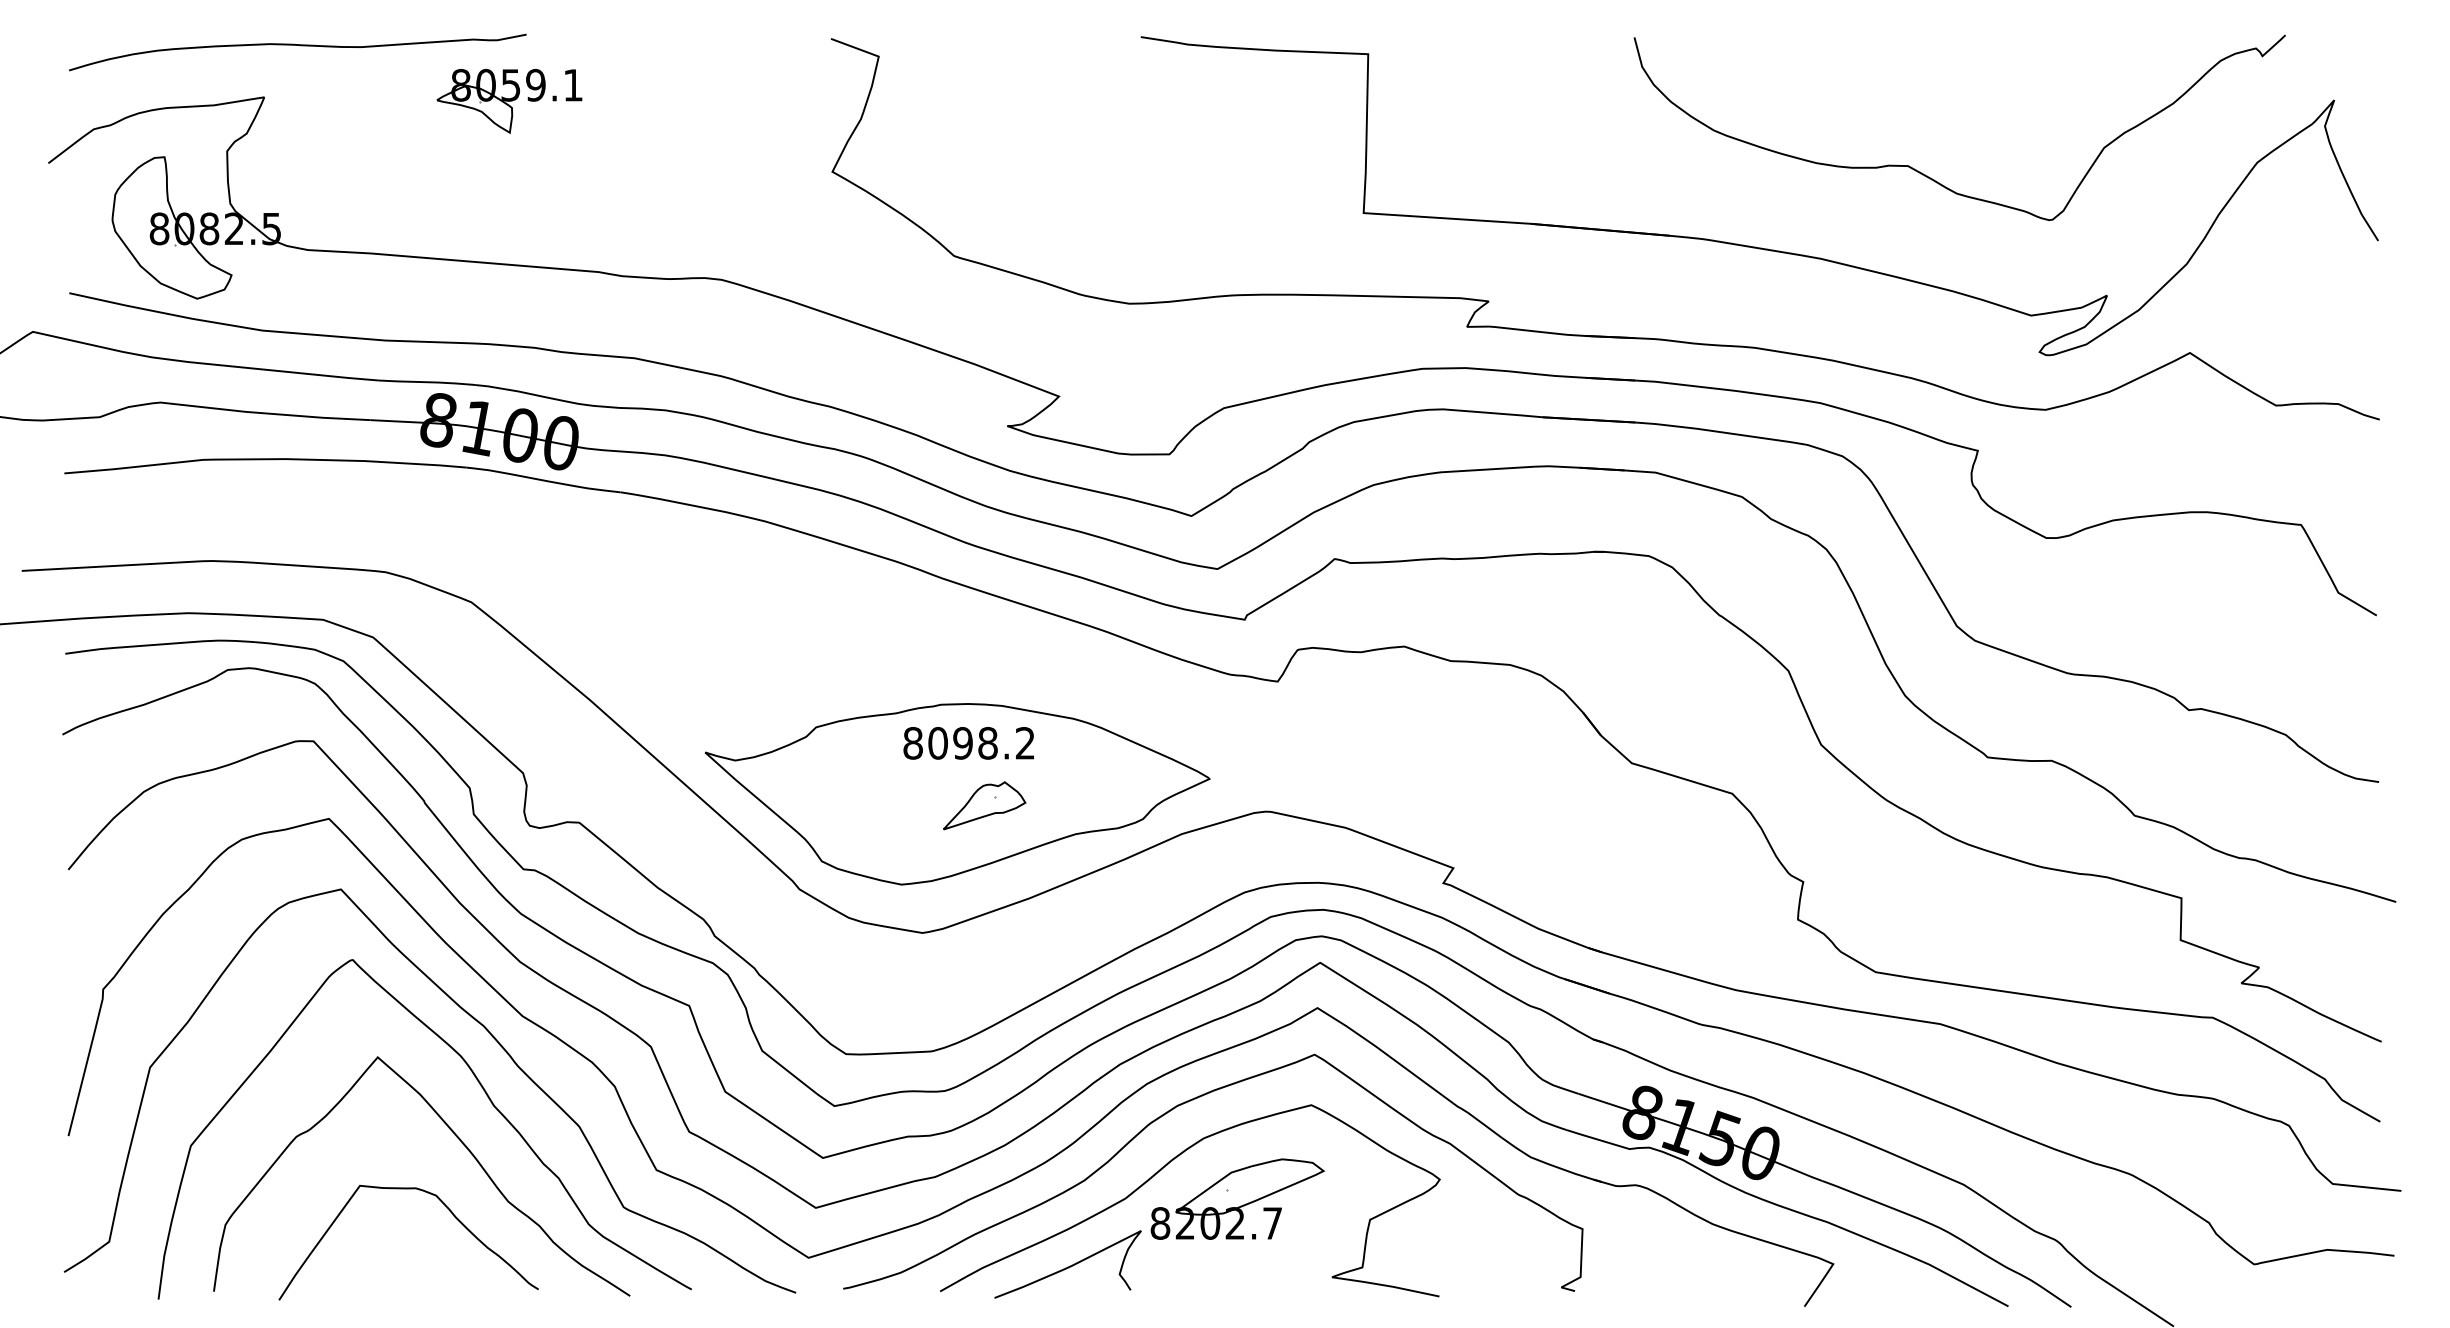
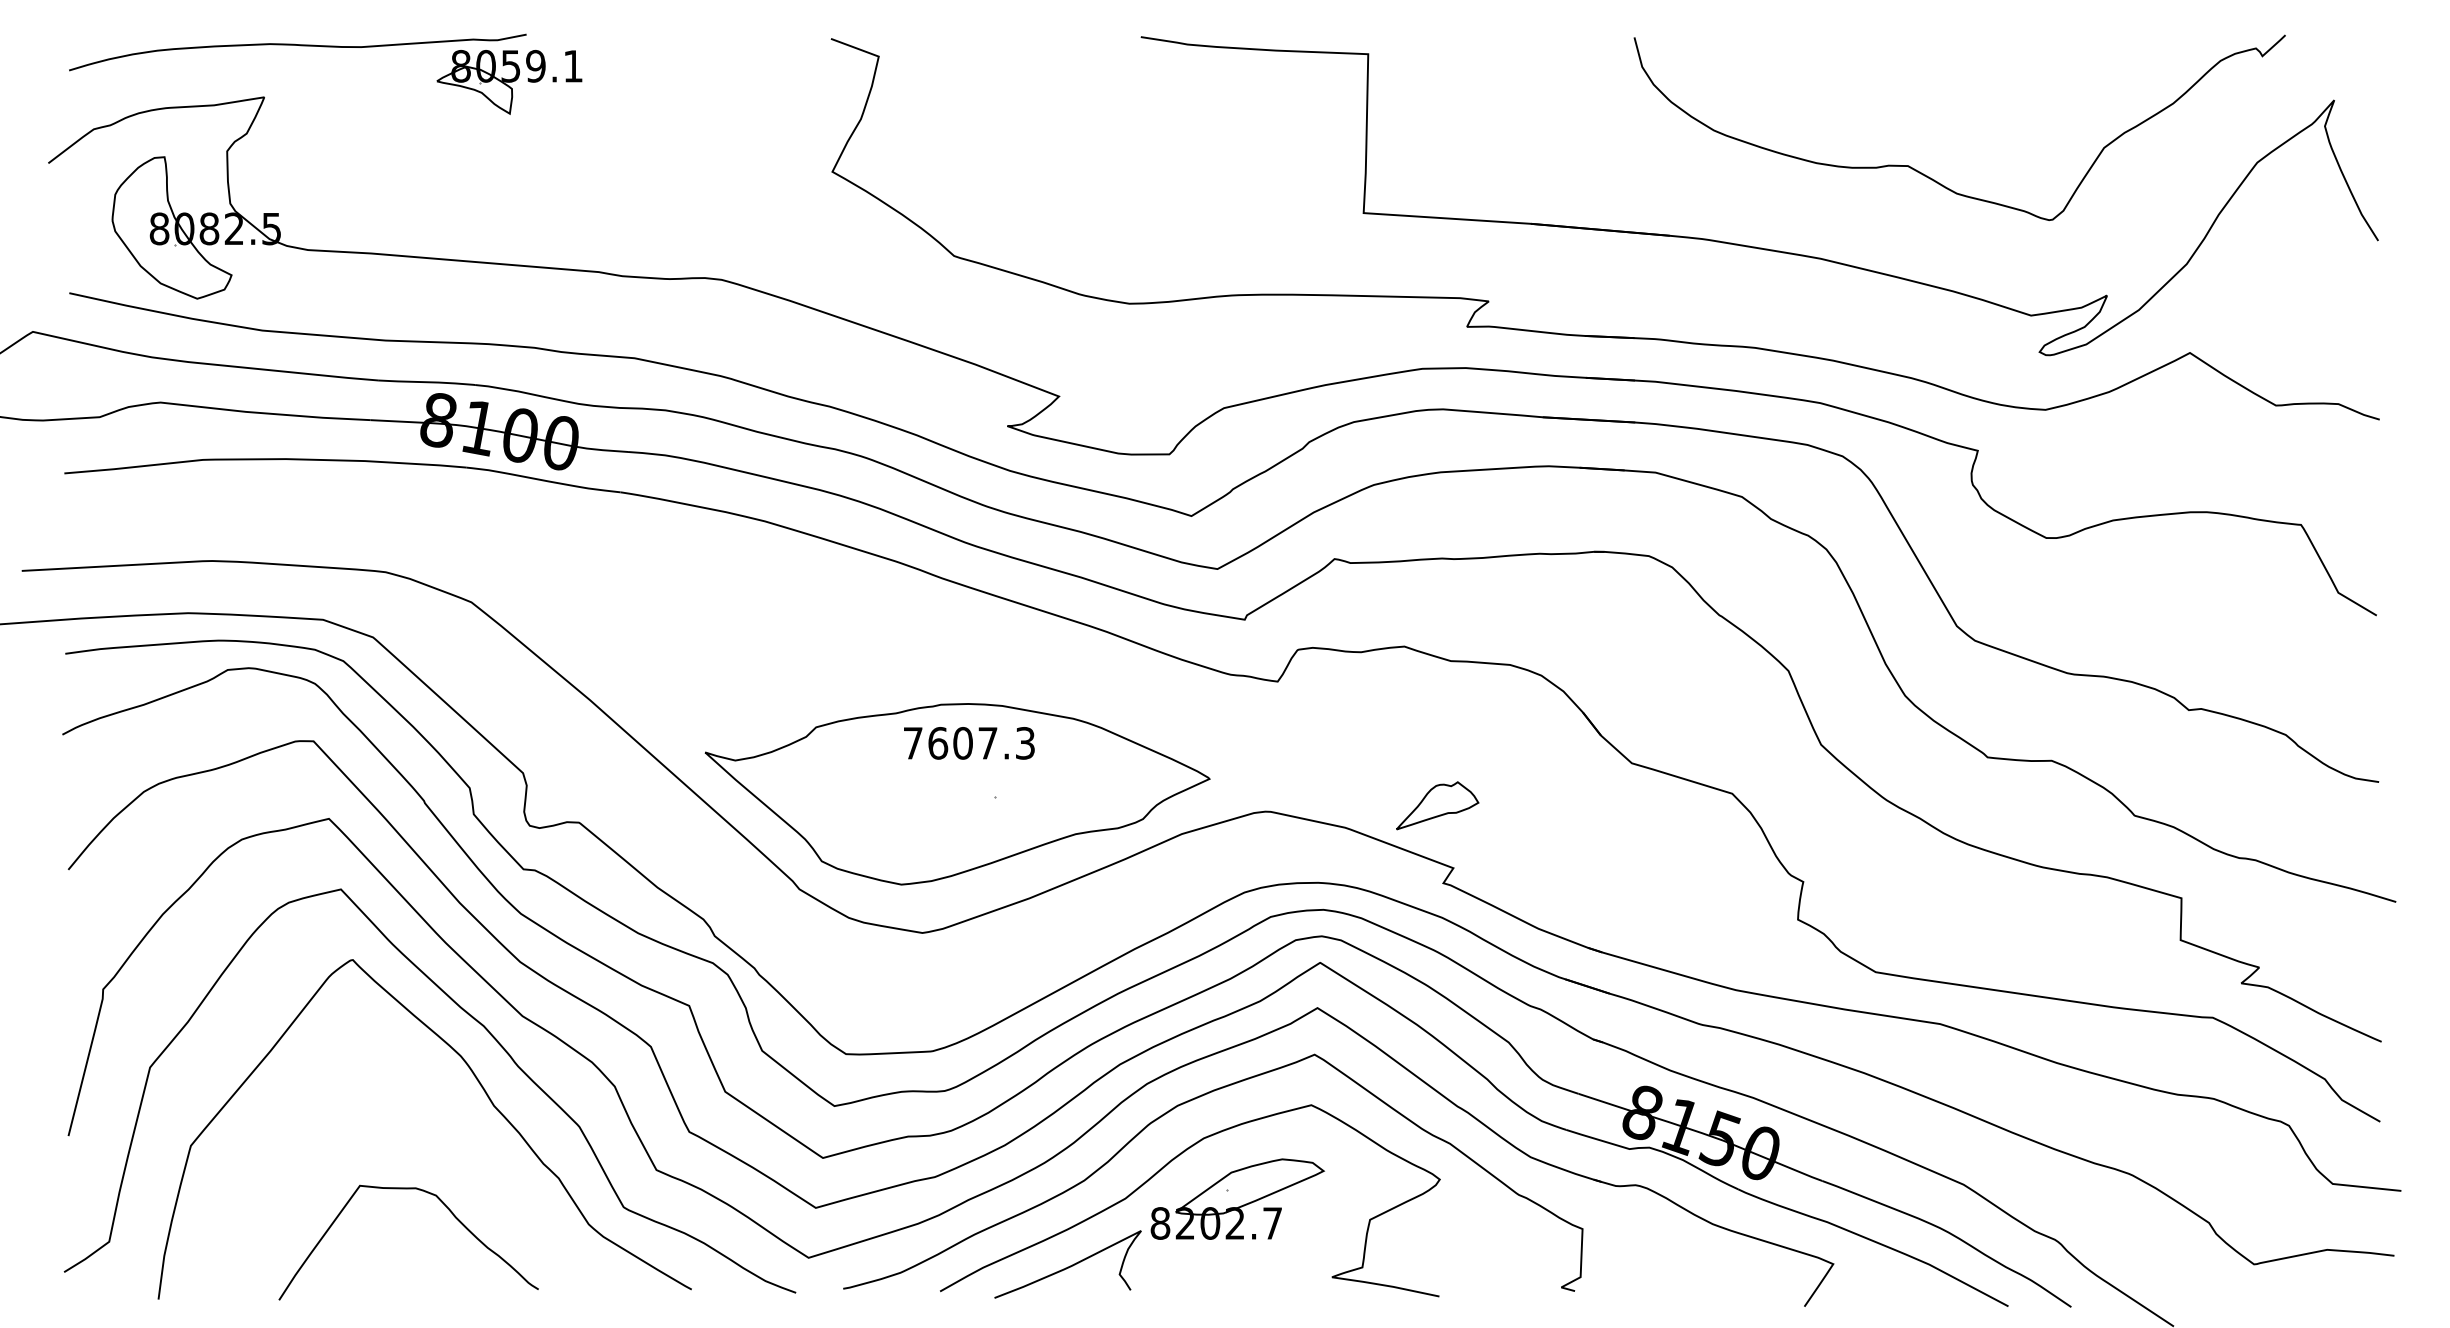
part at (509, 101) position: (509, 101) -> (509, 82)
text at (968, 743): 8098.2 -> 7607.3
part at (984, 805) position: (984, 805) -> (1437, 805)
curve at (462, 1144): present -> none
